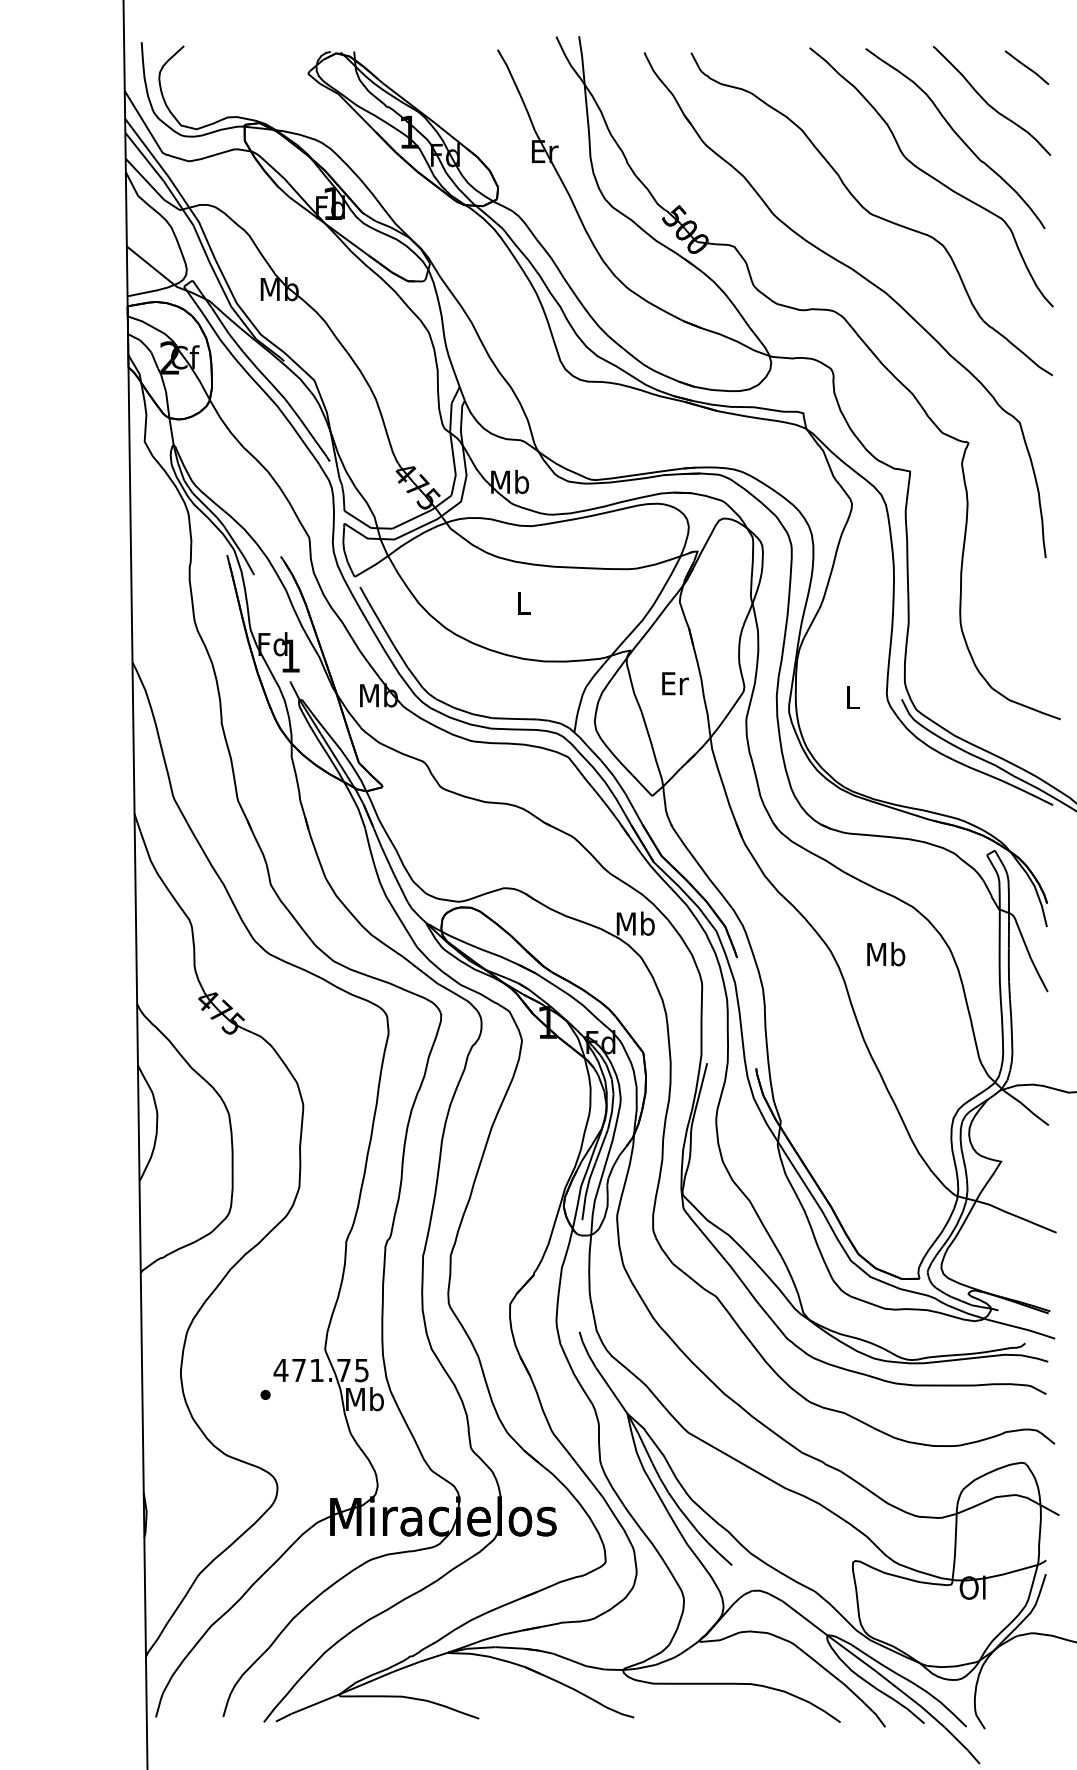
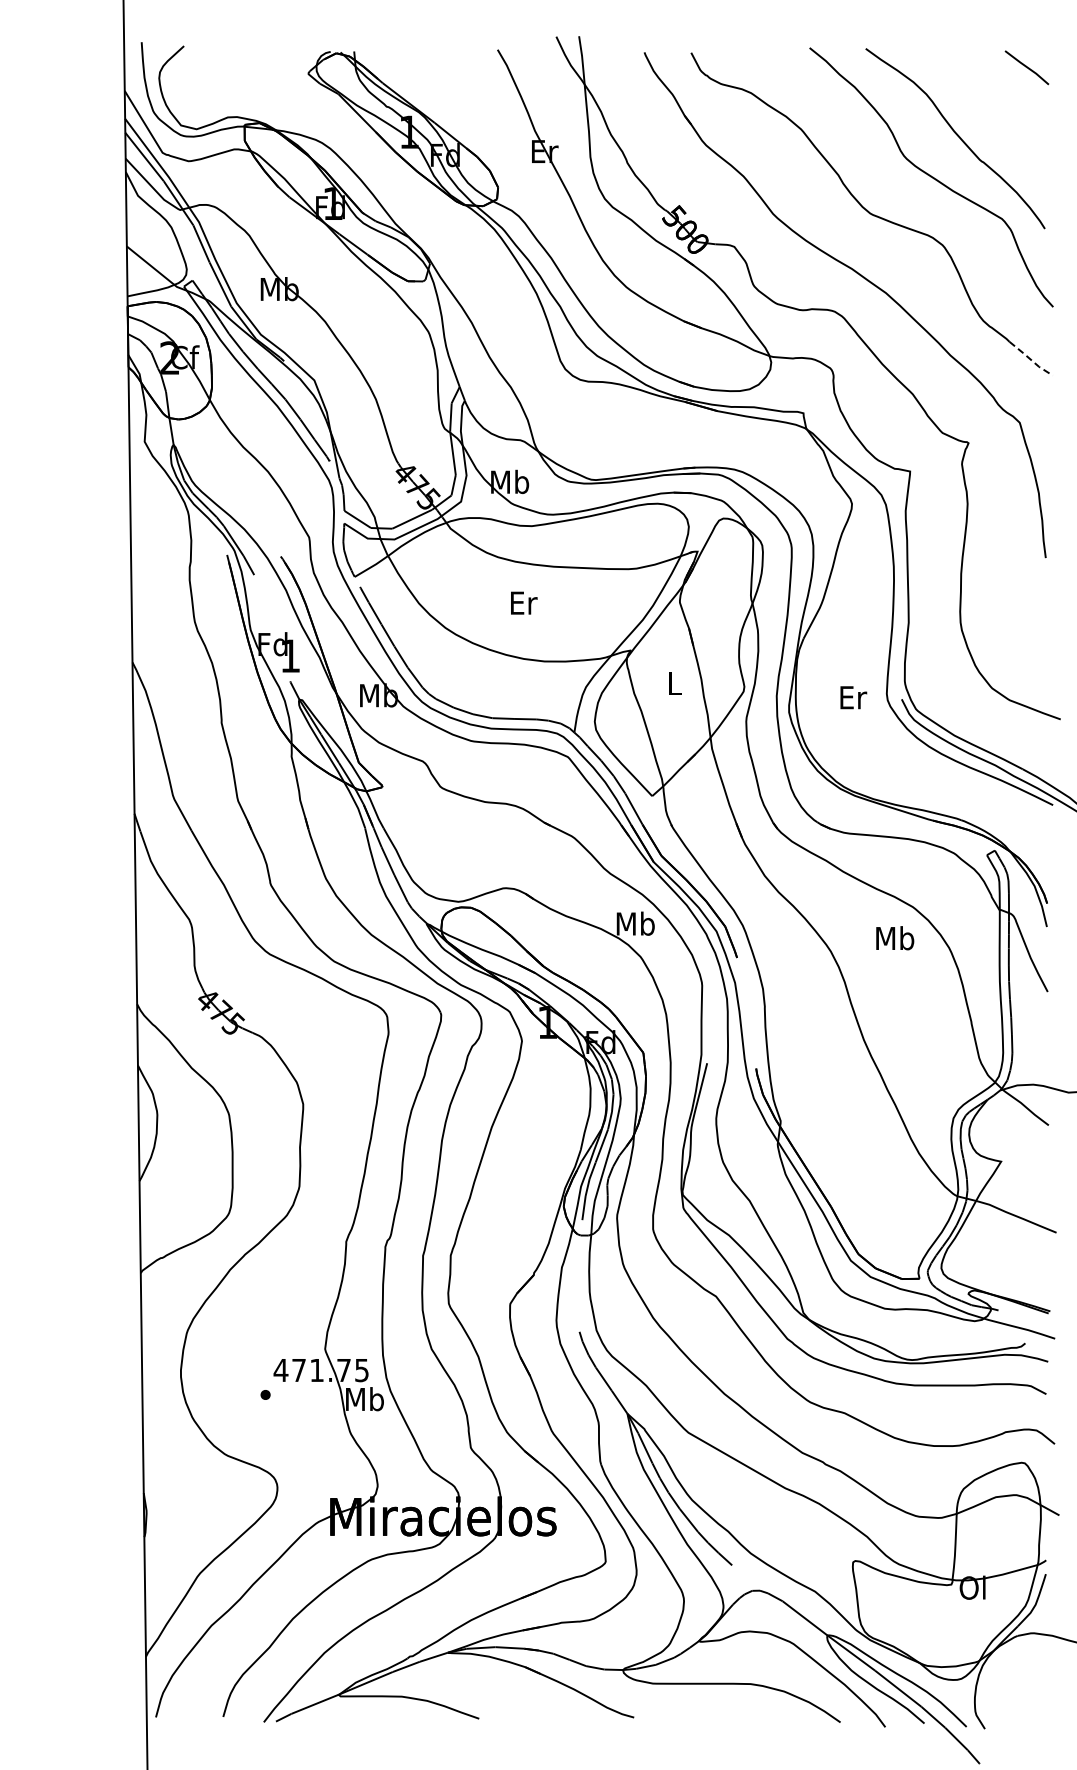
curve at (988, 103): present -> none
line at (1030, 359): solid -> dashed
text at (524, 602): L -> Er
text at (675, 683): Er -> L
text at (853, 697): L -> Er
text at (886, 954) position: (886, 954) -> (895, 938)
